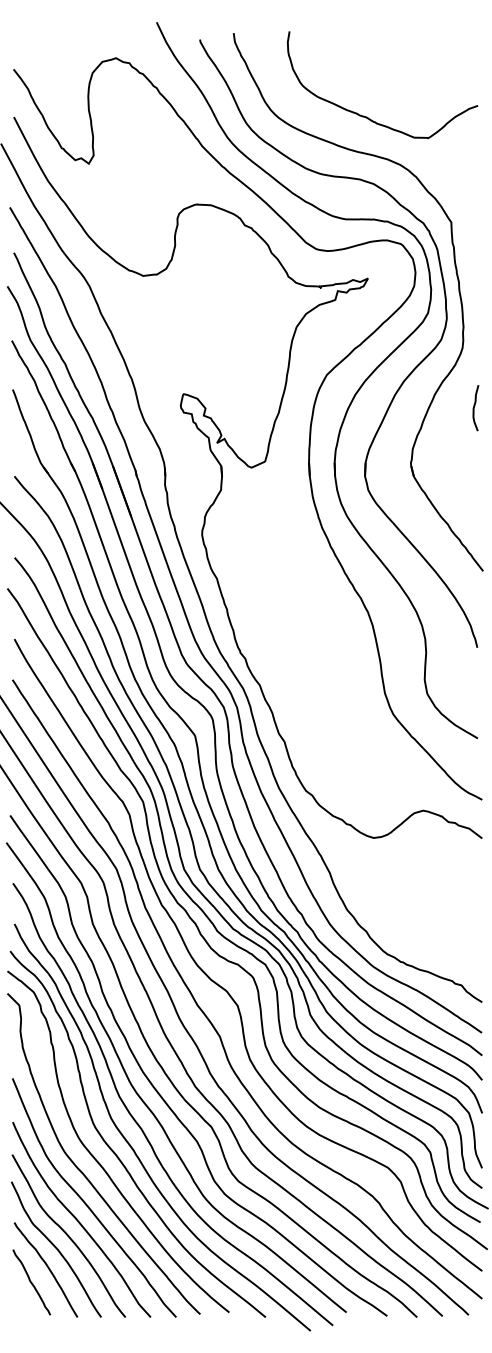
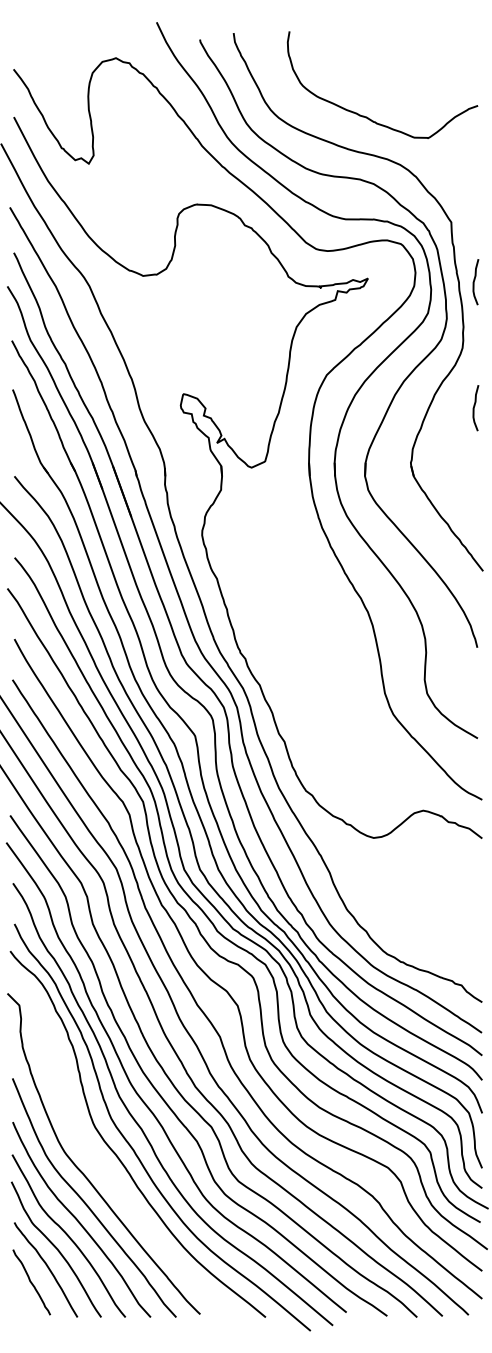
curve at (474, 282): none -> present
curve at (95, 1157): present -> none
